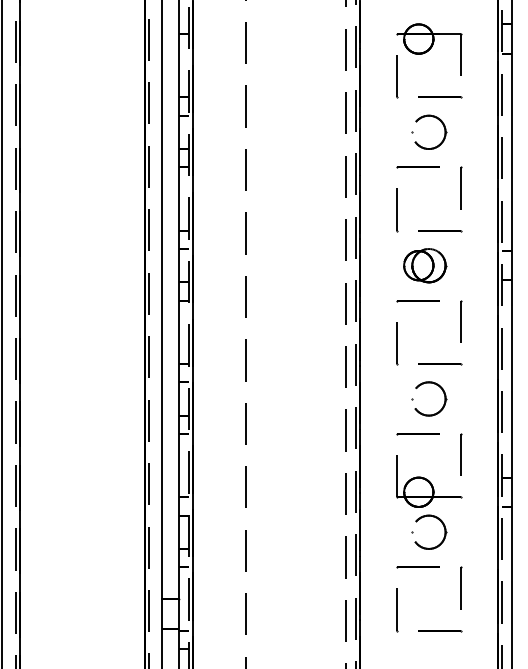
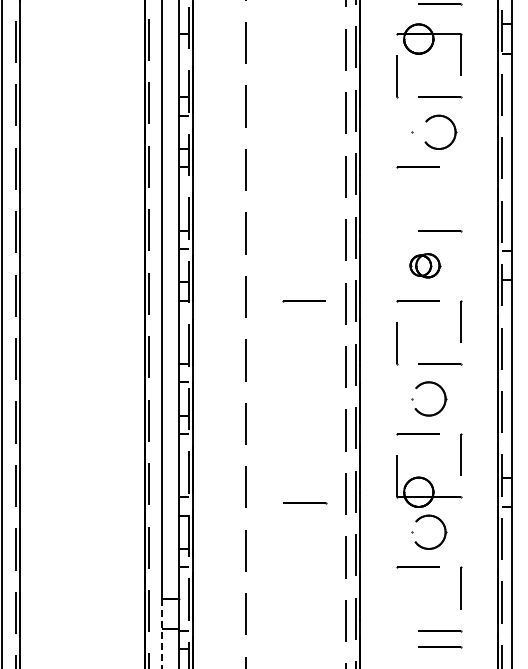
line at (440, 4): none -> present
part at (438, 120) position: (438, 120) -> (448, 120)
line at (461, 187): present -> none
line at (397, 210): present -> none
part at (425, 265) size: 45x36 px -> 33x26 px
line at (303, 301): none -> present
line at (305, 503): none -> present
line at (397, 610): present -> none
line at (162, 633): solid -> dashed
line at (440, 647): none -> present
